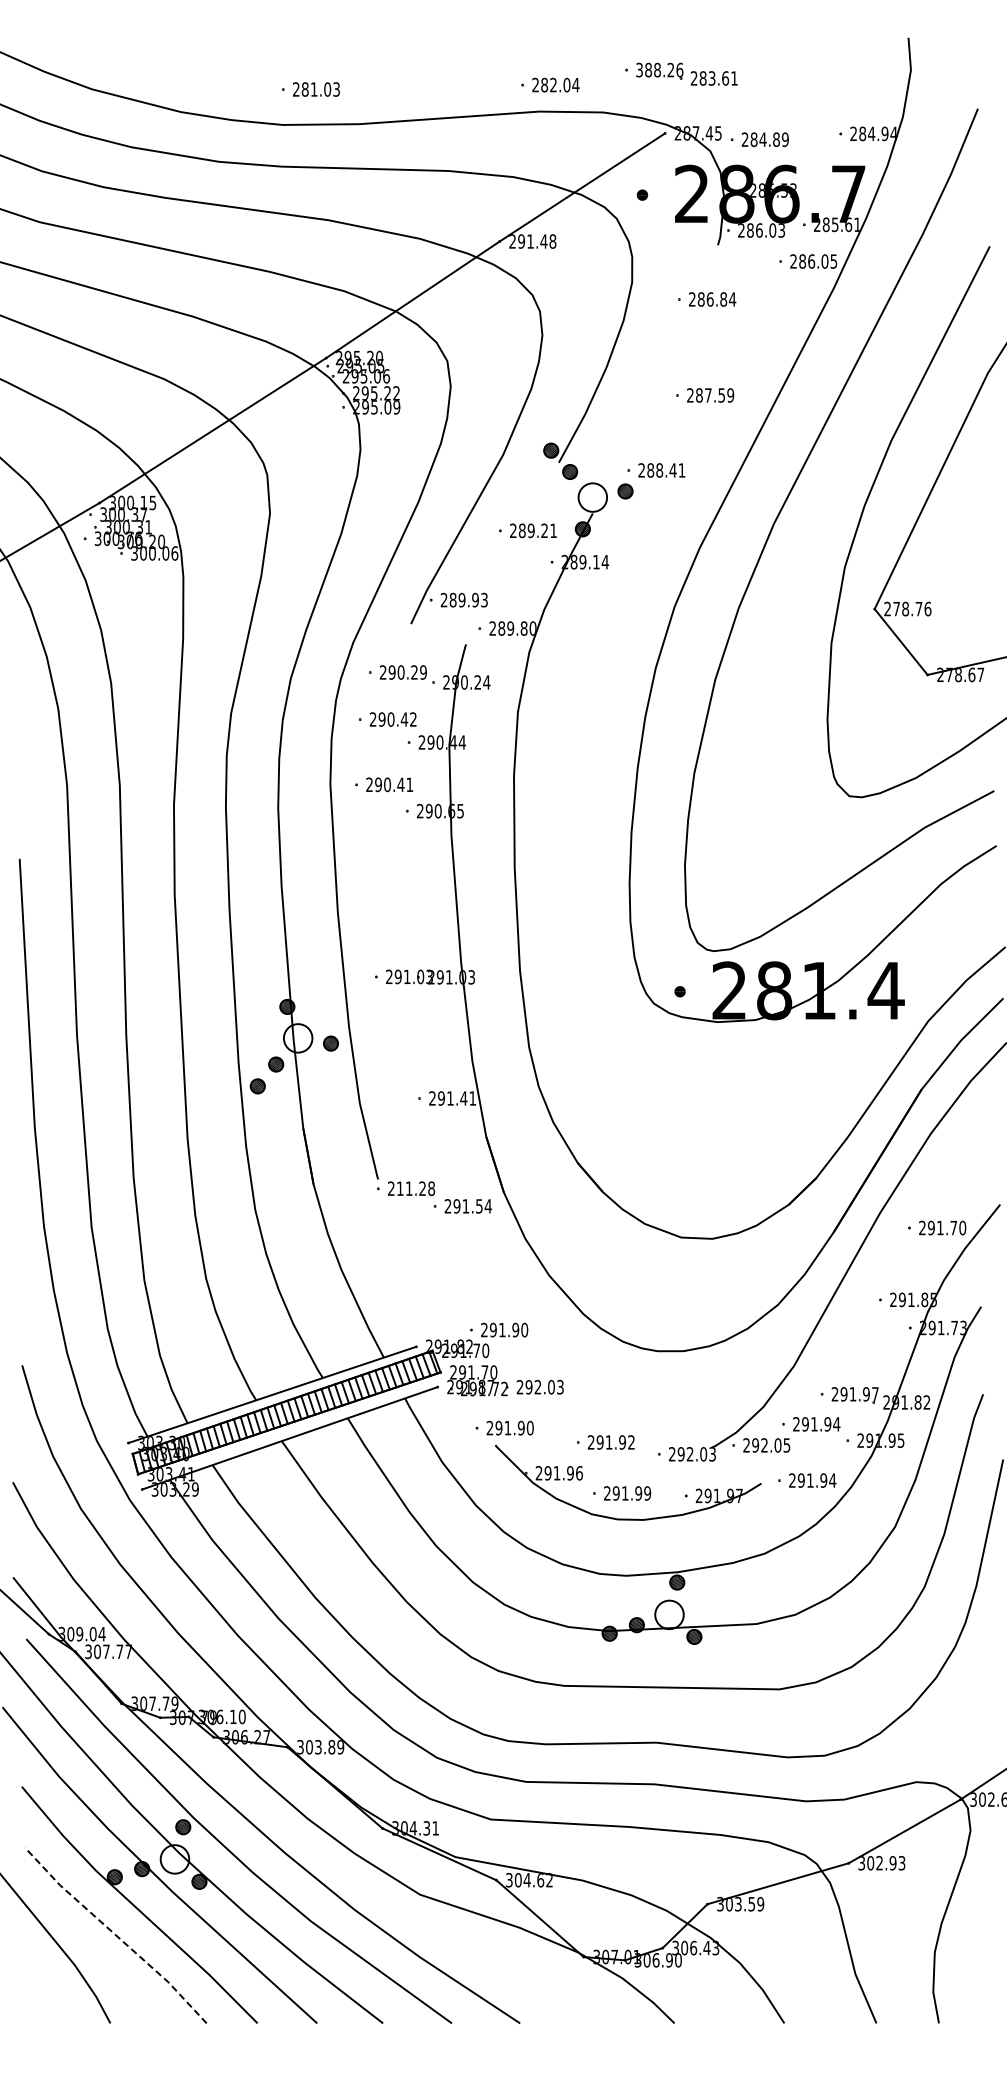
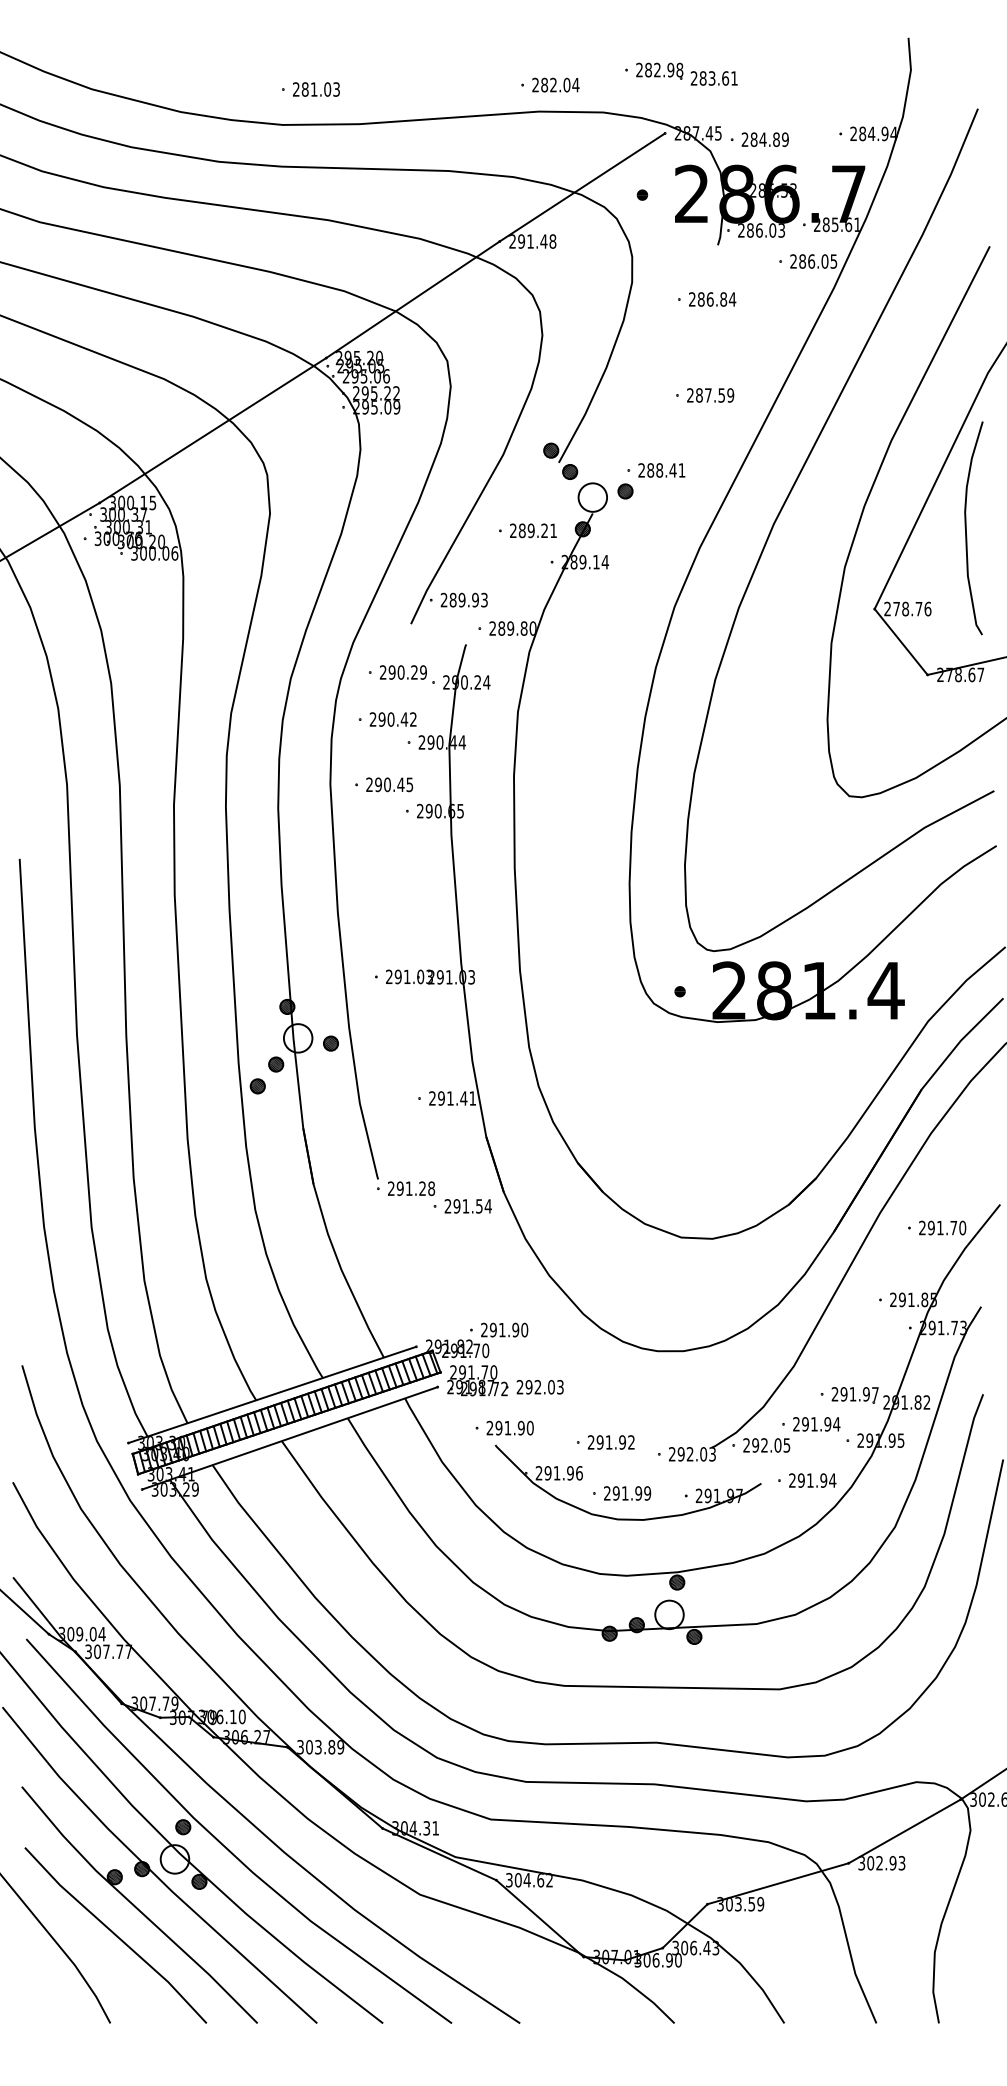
text at (659, 69): 388.26 -> 282.98
curve at (966, 528): none -> present
text at (409, 784): 290.41 -> 290.45
text at (399, 1188): 211.28 -> 291.28
line at (115, 1934): dashed -> solid
